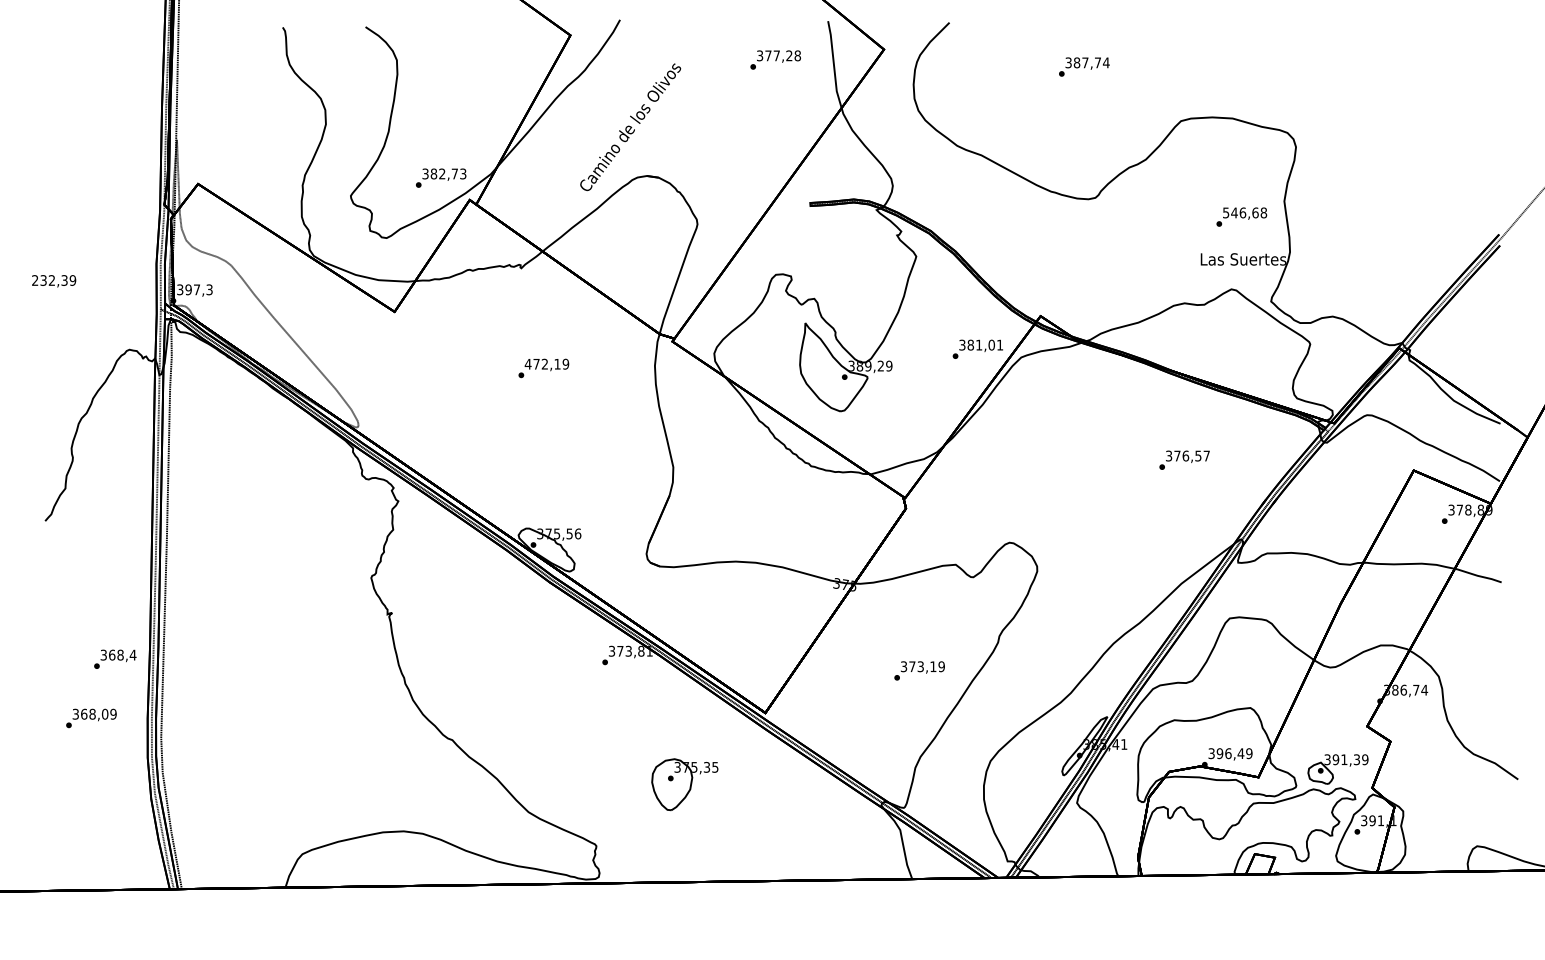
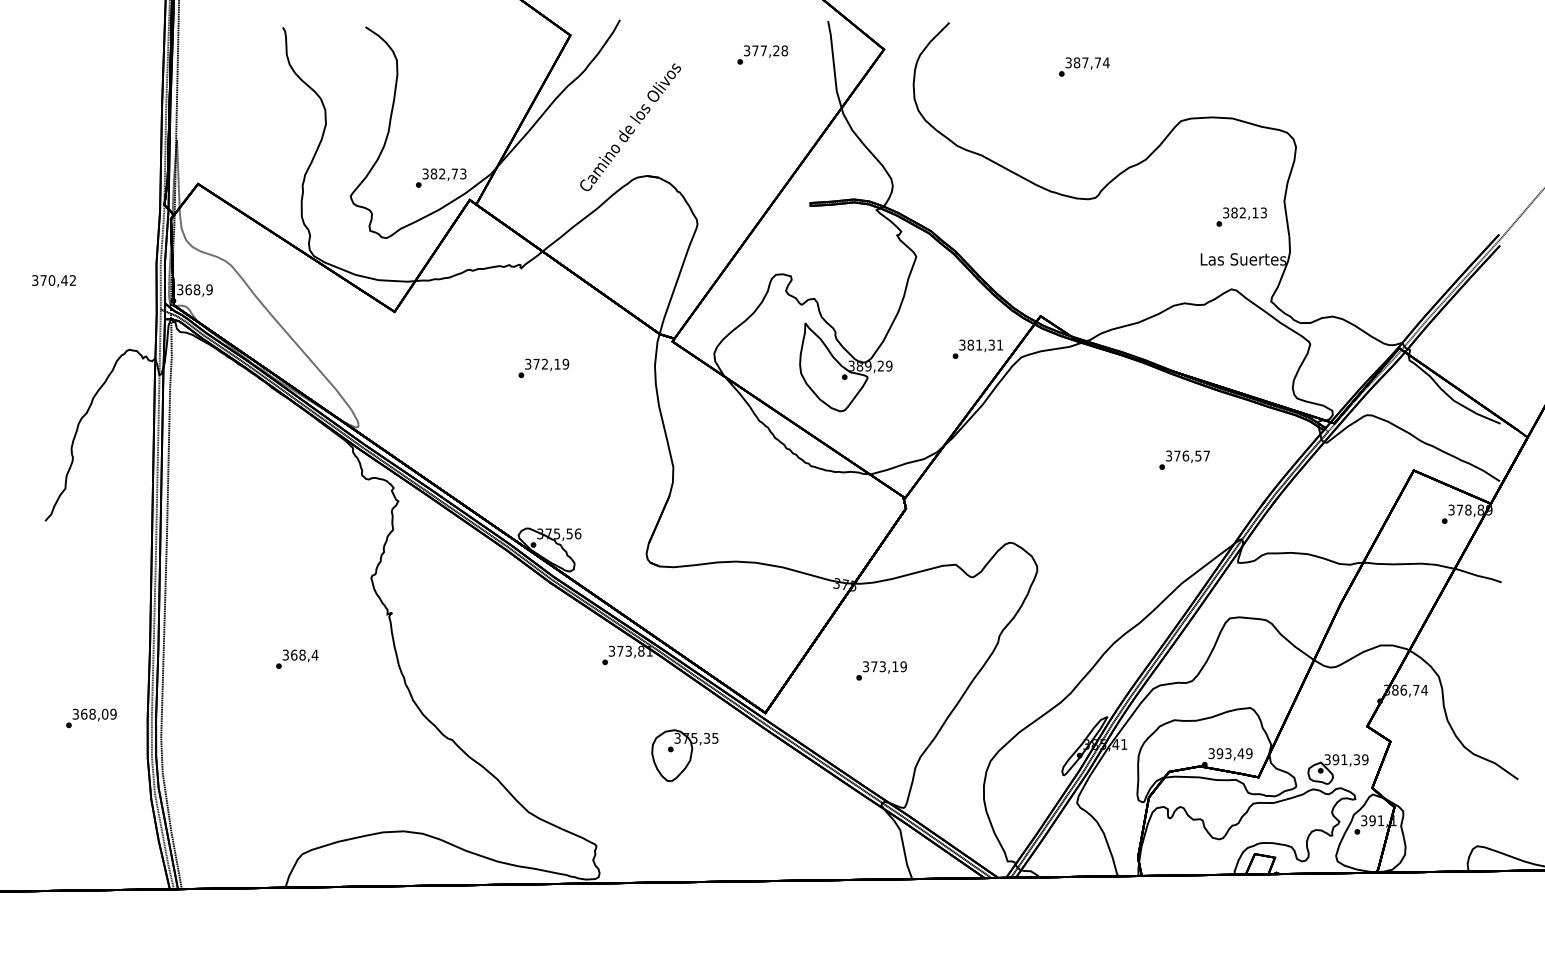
text at (775, 59) position: (775, 59) -> (762, 54)
text at (1245, 212): 546,68 -> 382,13
text at (54, 280): 232,39 -> 370,42
text at (198, 289): 397,3 -> 368,9
text at (991, 344): 381,01 -> 381,31
text at (527, 363): 472,19 -> 372,19
text at (115, 658) position: (115, 658) -> (297, 658)
text at (919, 670) position: (919, 670) -> (881, 670)
text at (1228, 753): 396,49 -> 393,49
part at (684, 784) position: (684, 784) -> (684, 755)
